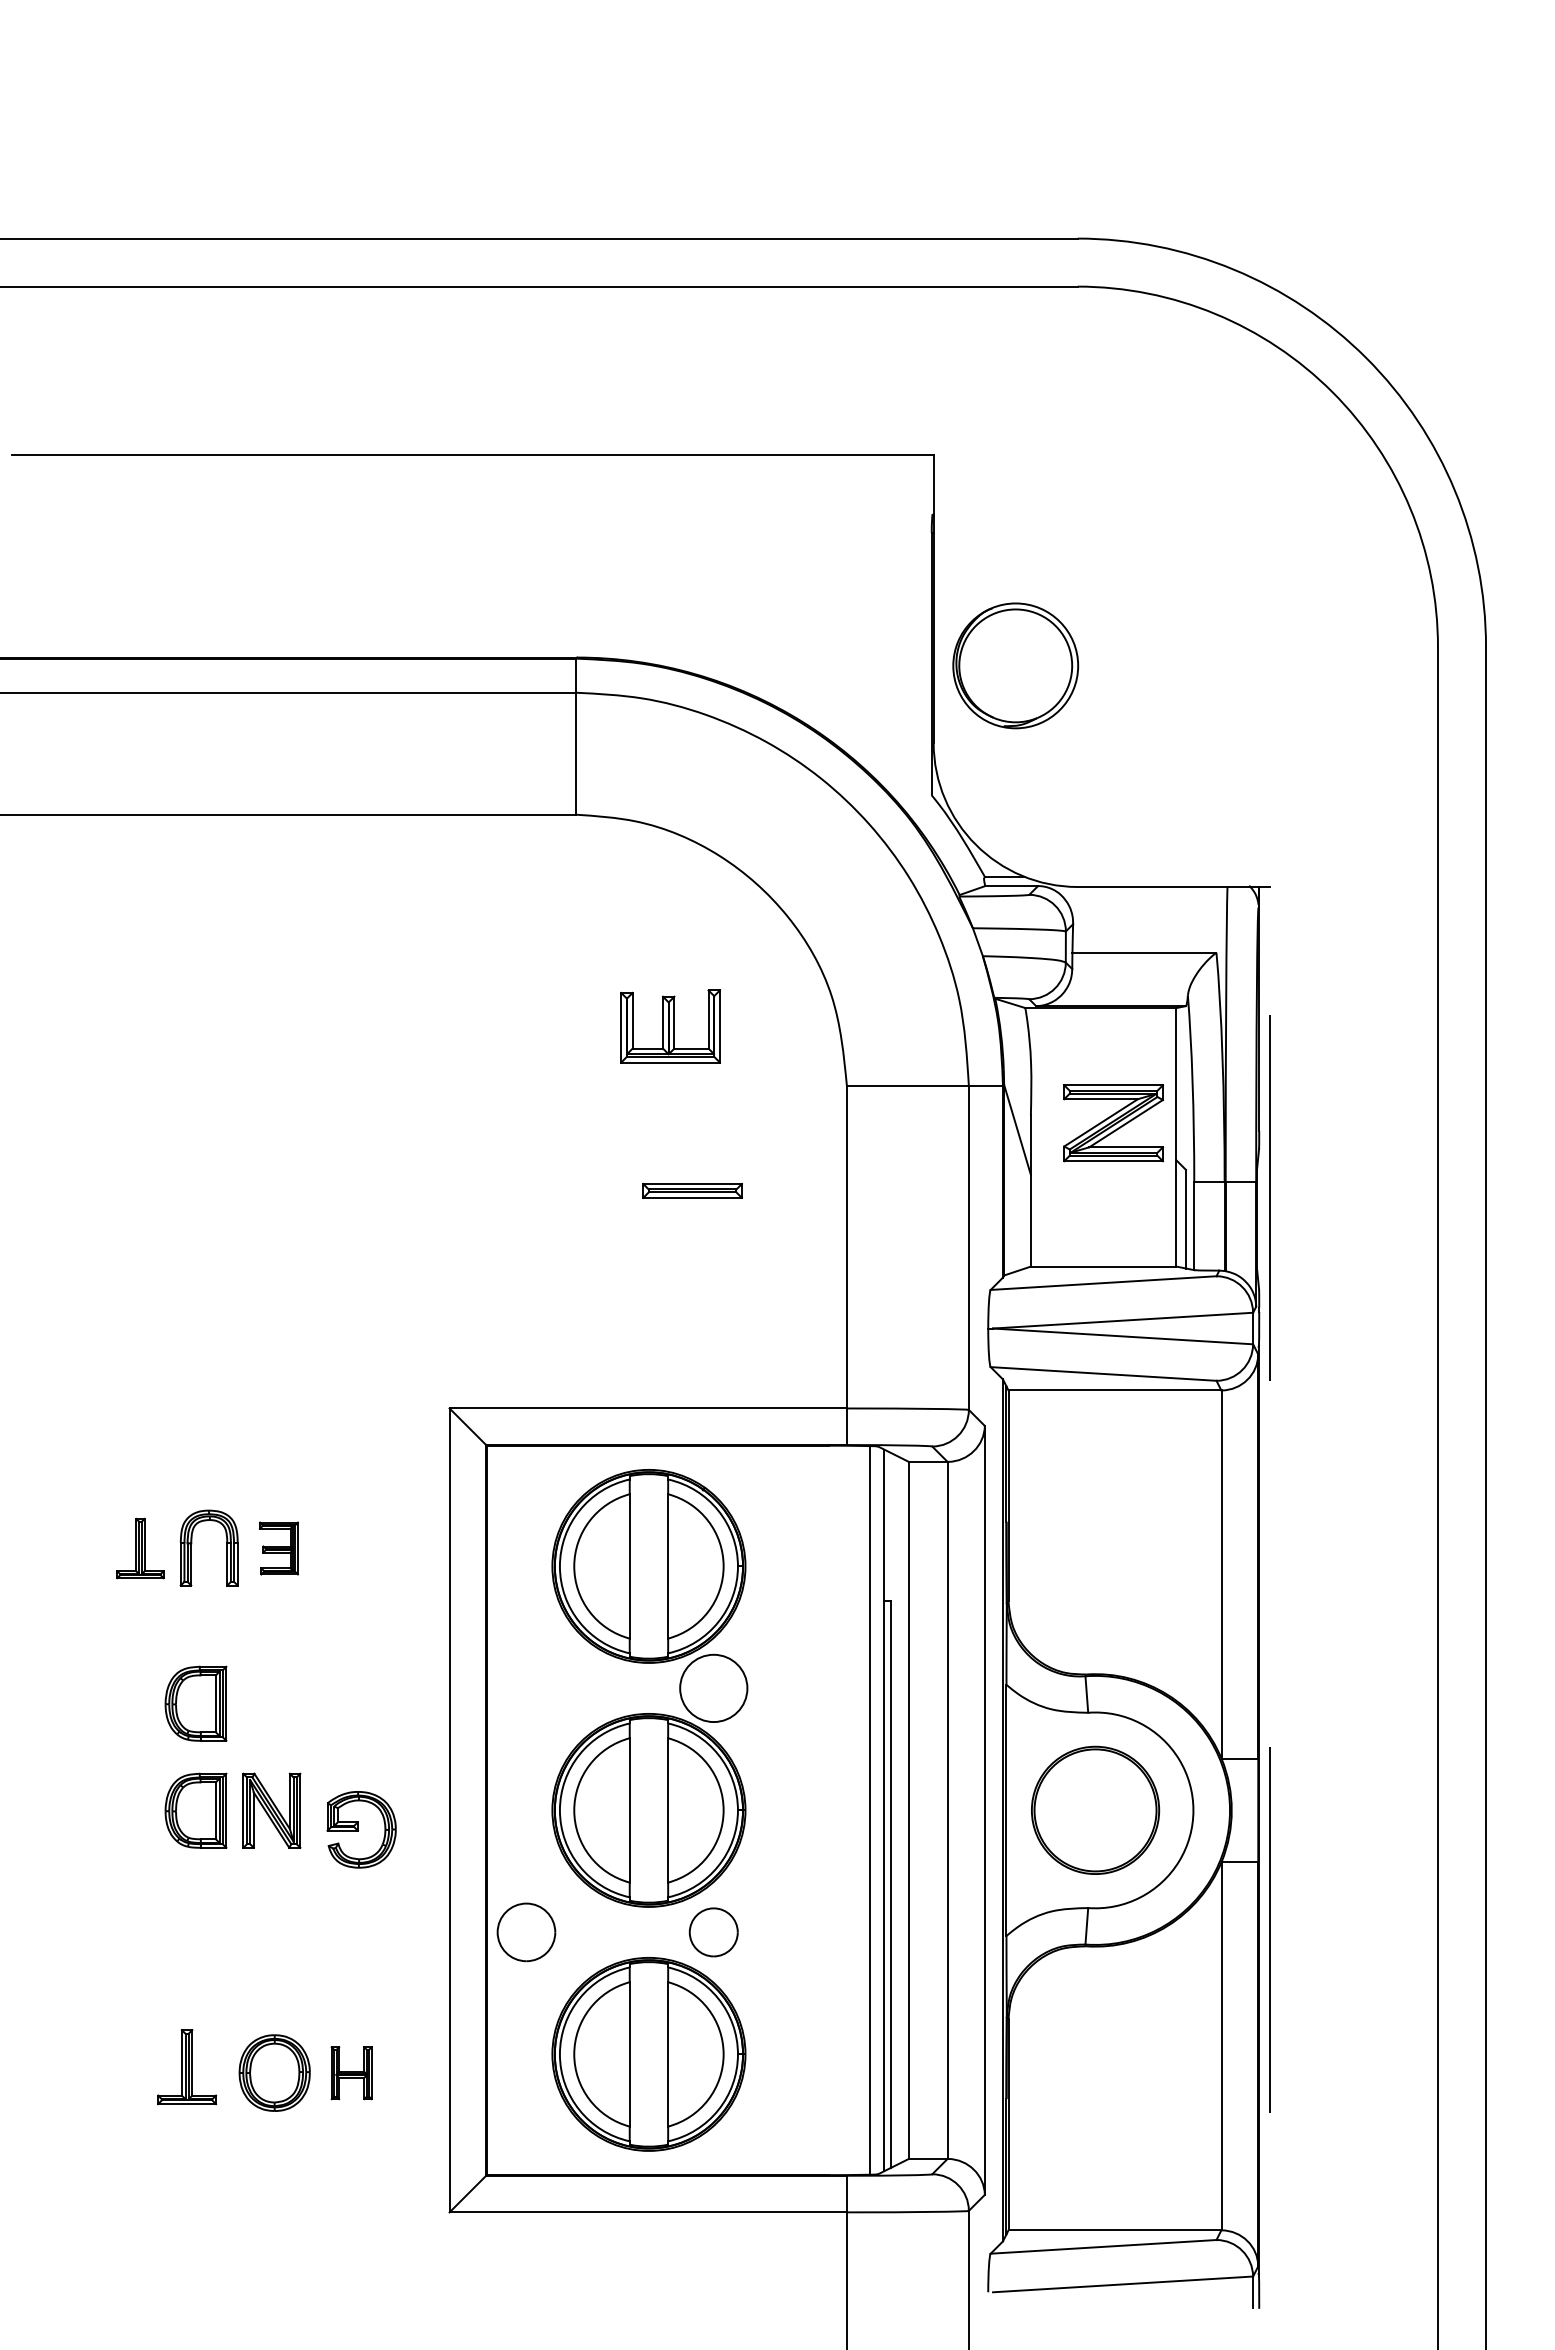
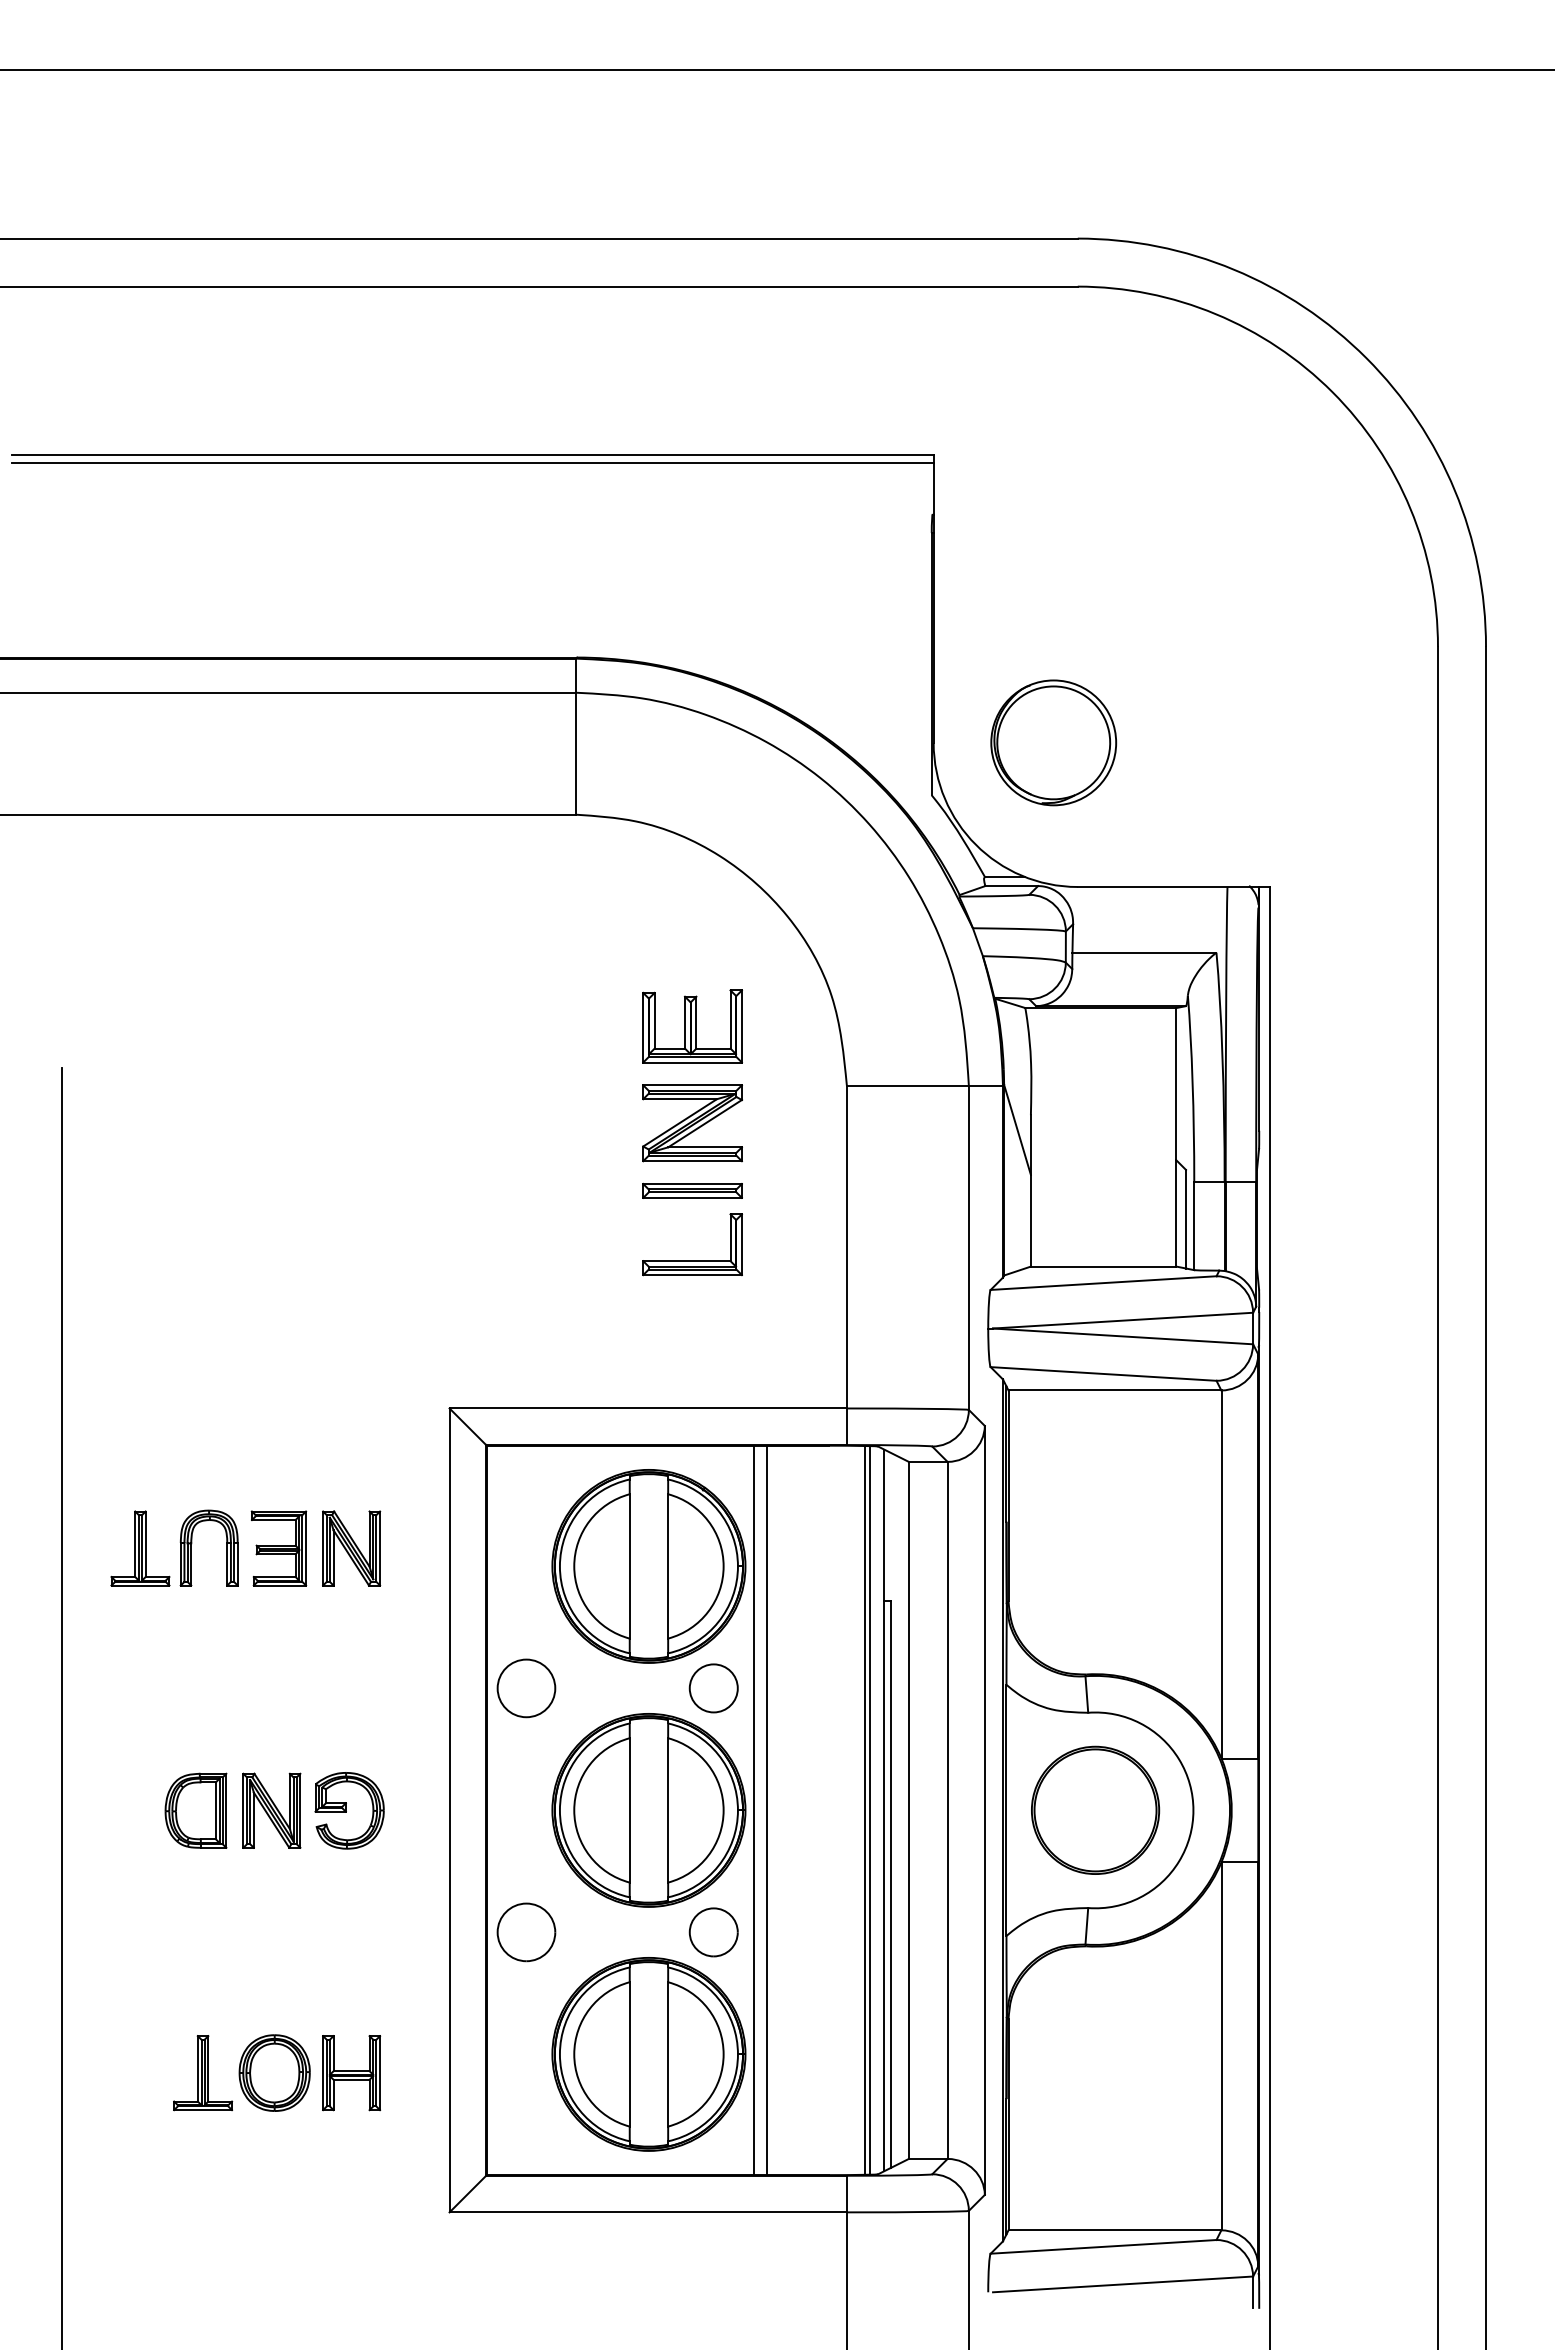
line at (776, 70): none -> present
line at (472, 462): none -> present
part at (1015, 665) position: (1015, 665) -> (1053, 742)
part at (670, 1026) position: (670, 1026) -> (692, 1026)
part at (1113, 1123) position: (1113, 1123) -> (692, 1123)
part at (692, 1260): none -> present
part at (140, 1548) size: 49x63 px -> 61x77 px
part at (278, 1548) size: 40x55 px -> 58x77 px
part at (351, 1548): none -> present
line at (1269, 1617): dashed -> solid
circle at (526, 1688): none -> present
circle at (713, 1688) diameter: 67 px -> 48 px
part at (195, 1703): present -> none
line at (62, 1707): none -> present
line at (865, 1809): none -> present
line at (753, 1810): none -> present
line at (767, 1810): none -> present
part at (361, 1829) position: (361, 1829) -> (349, 1810)
part at (187, 2067) position: (187, 2067) -> (203, 2073)
part at (351, 2073) size: 43x55 px -> 60x77 px
